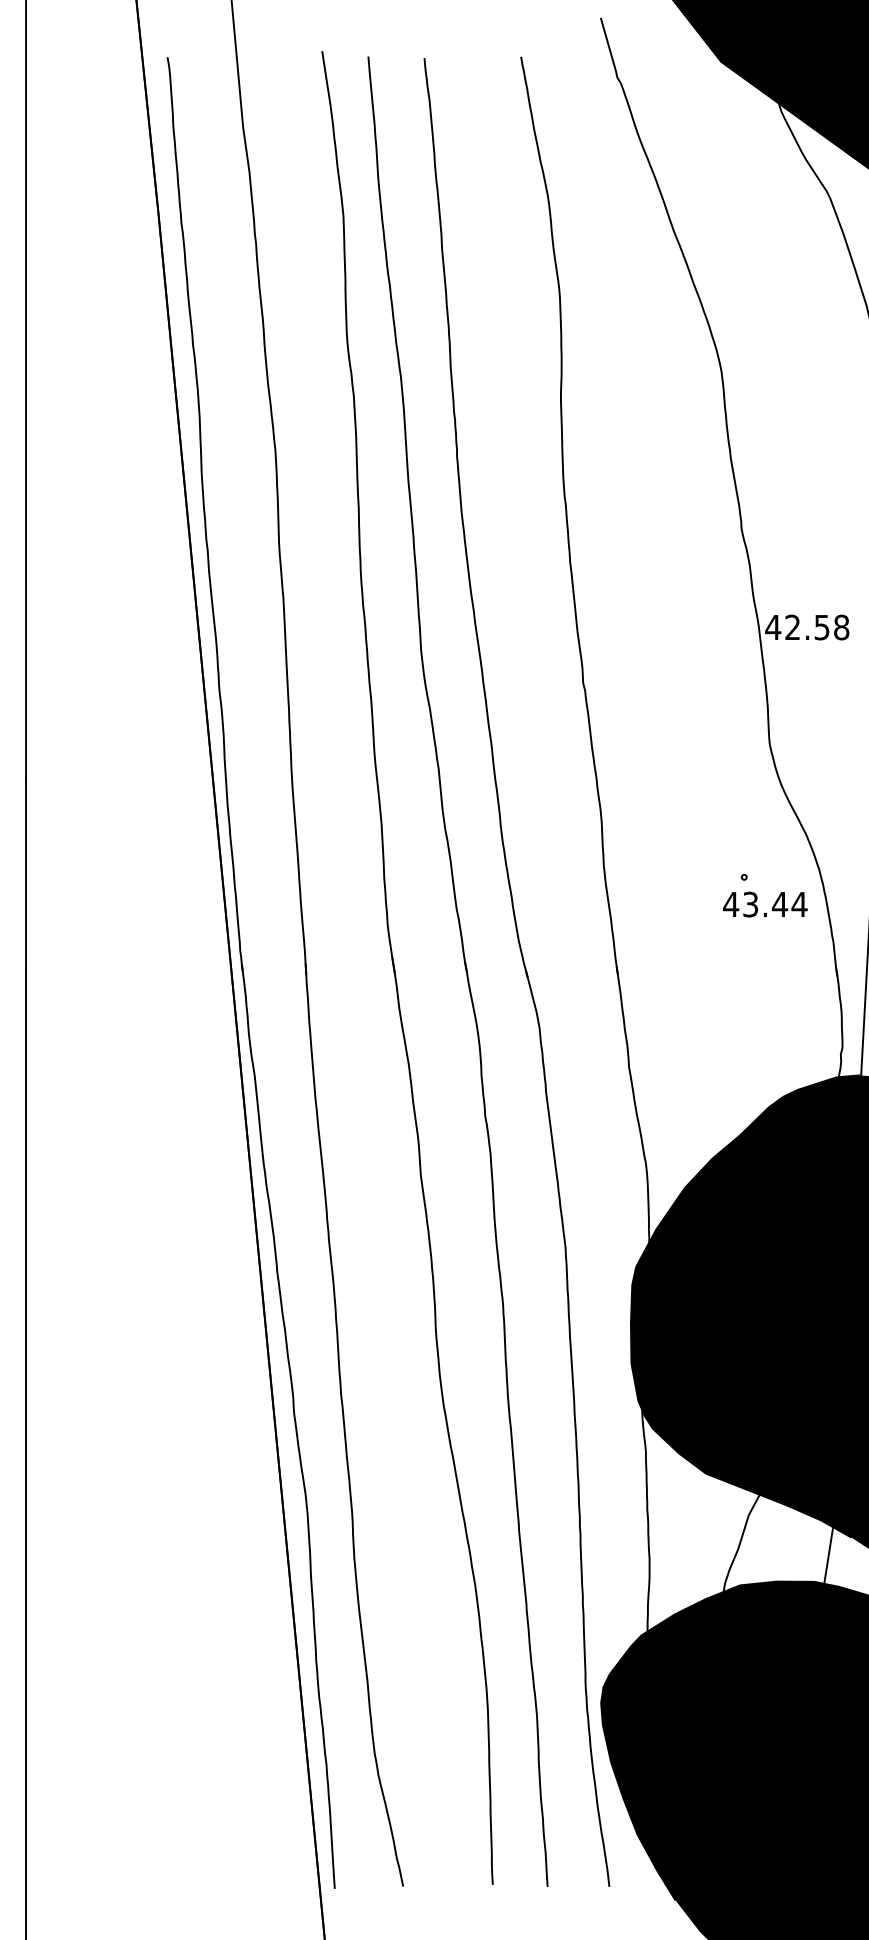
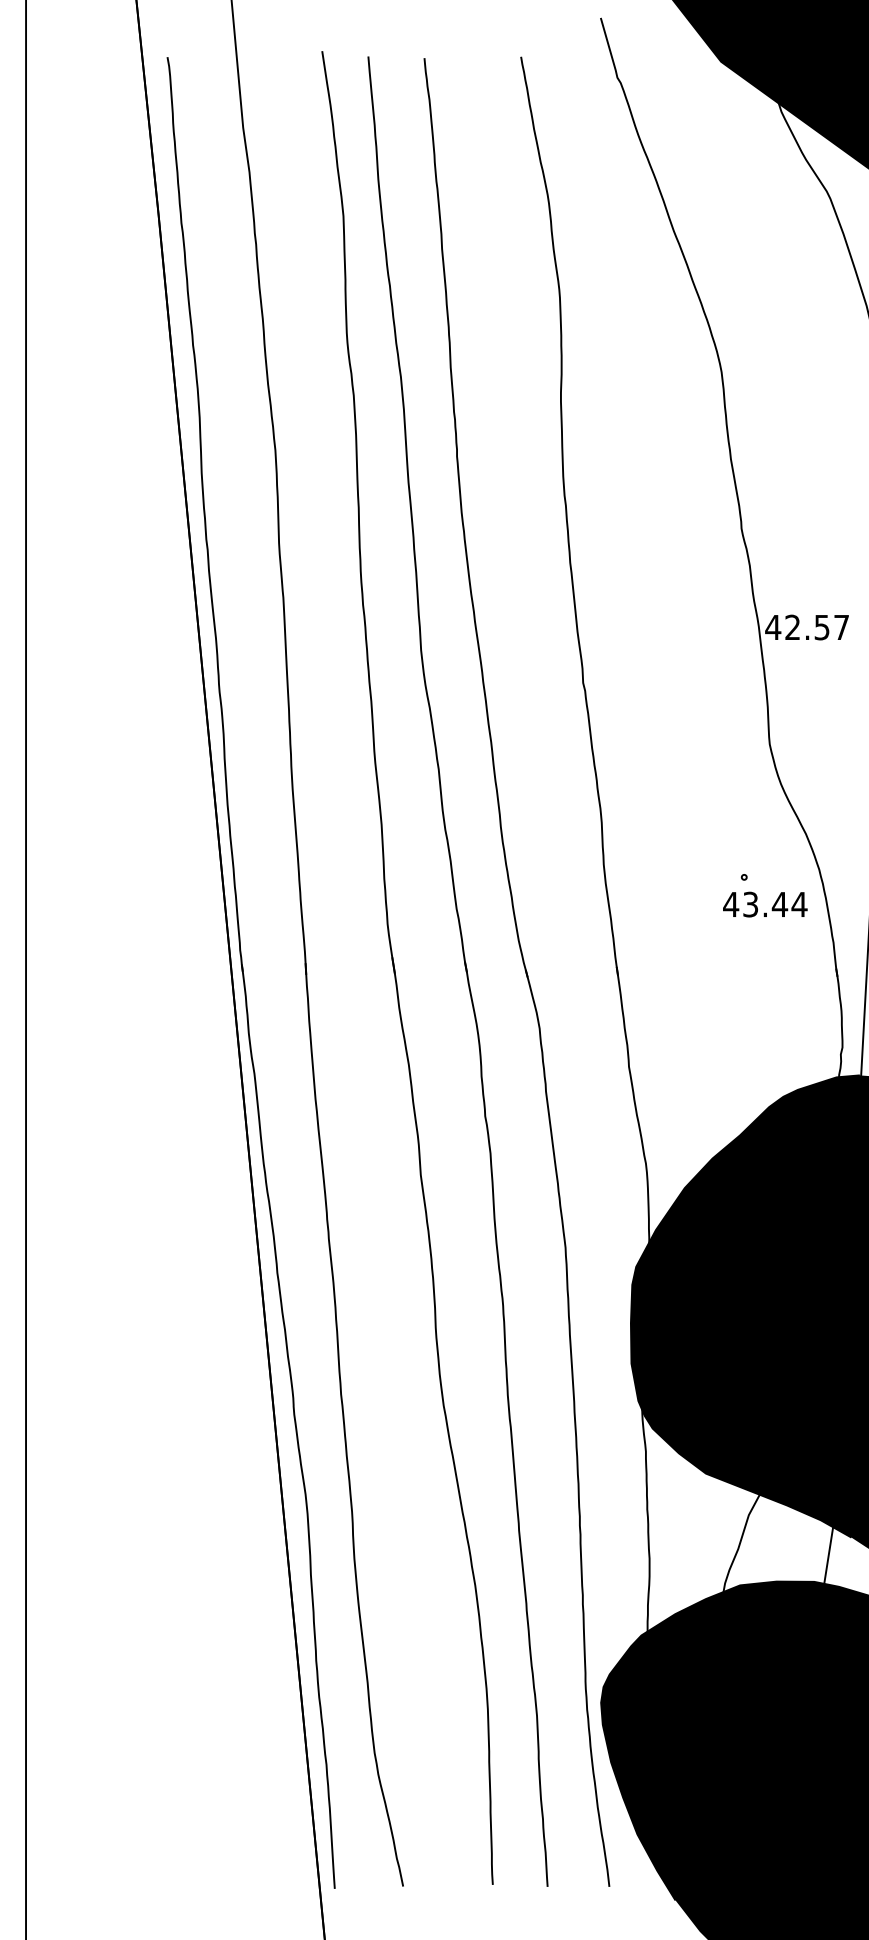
text at (841, 627): 42.58 -> 42.57
